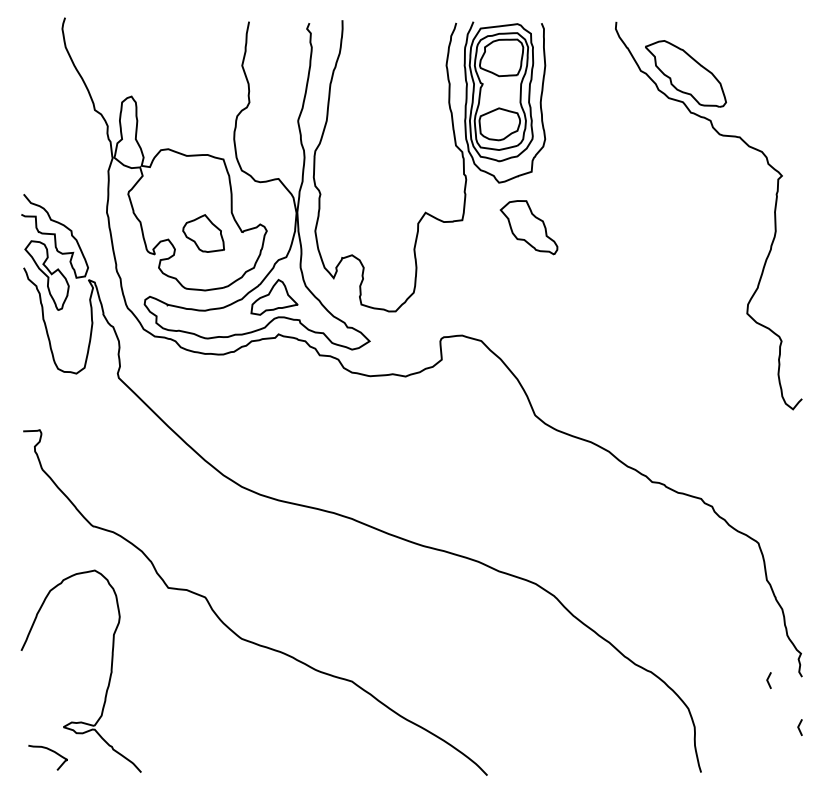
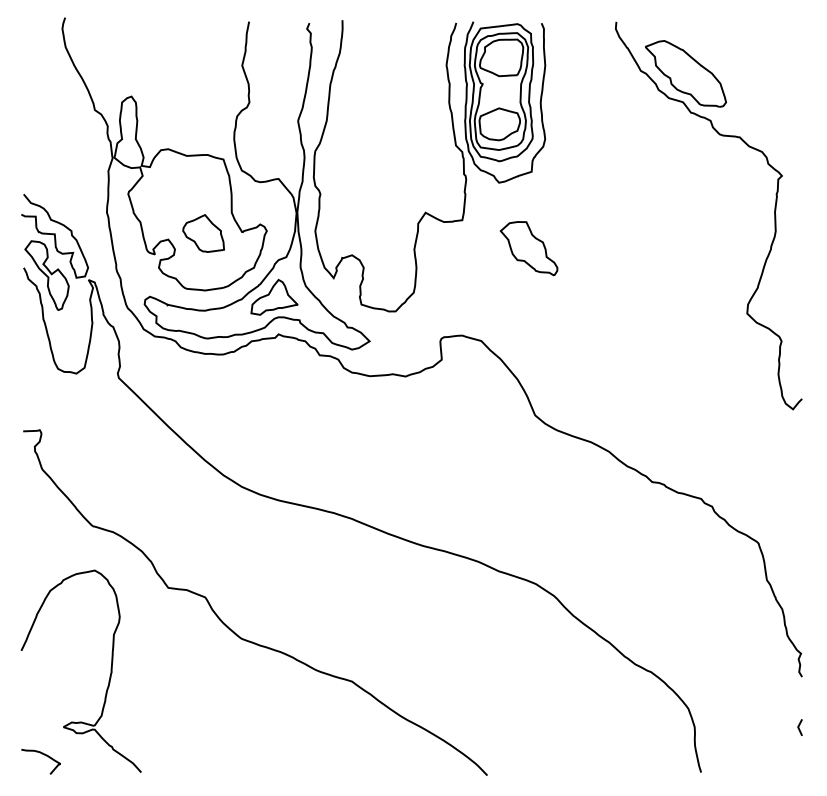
part at (528, 227) position: (528, 227) -> (528, 248)
line at (768, 680): present -> none
curve at (51, 751) position: (51, 751) -> (44, 755)
